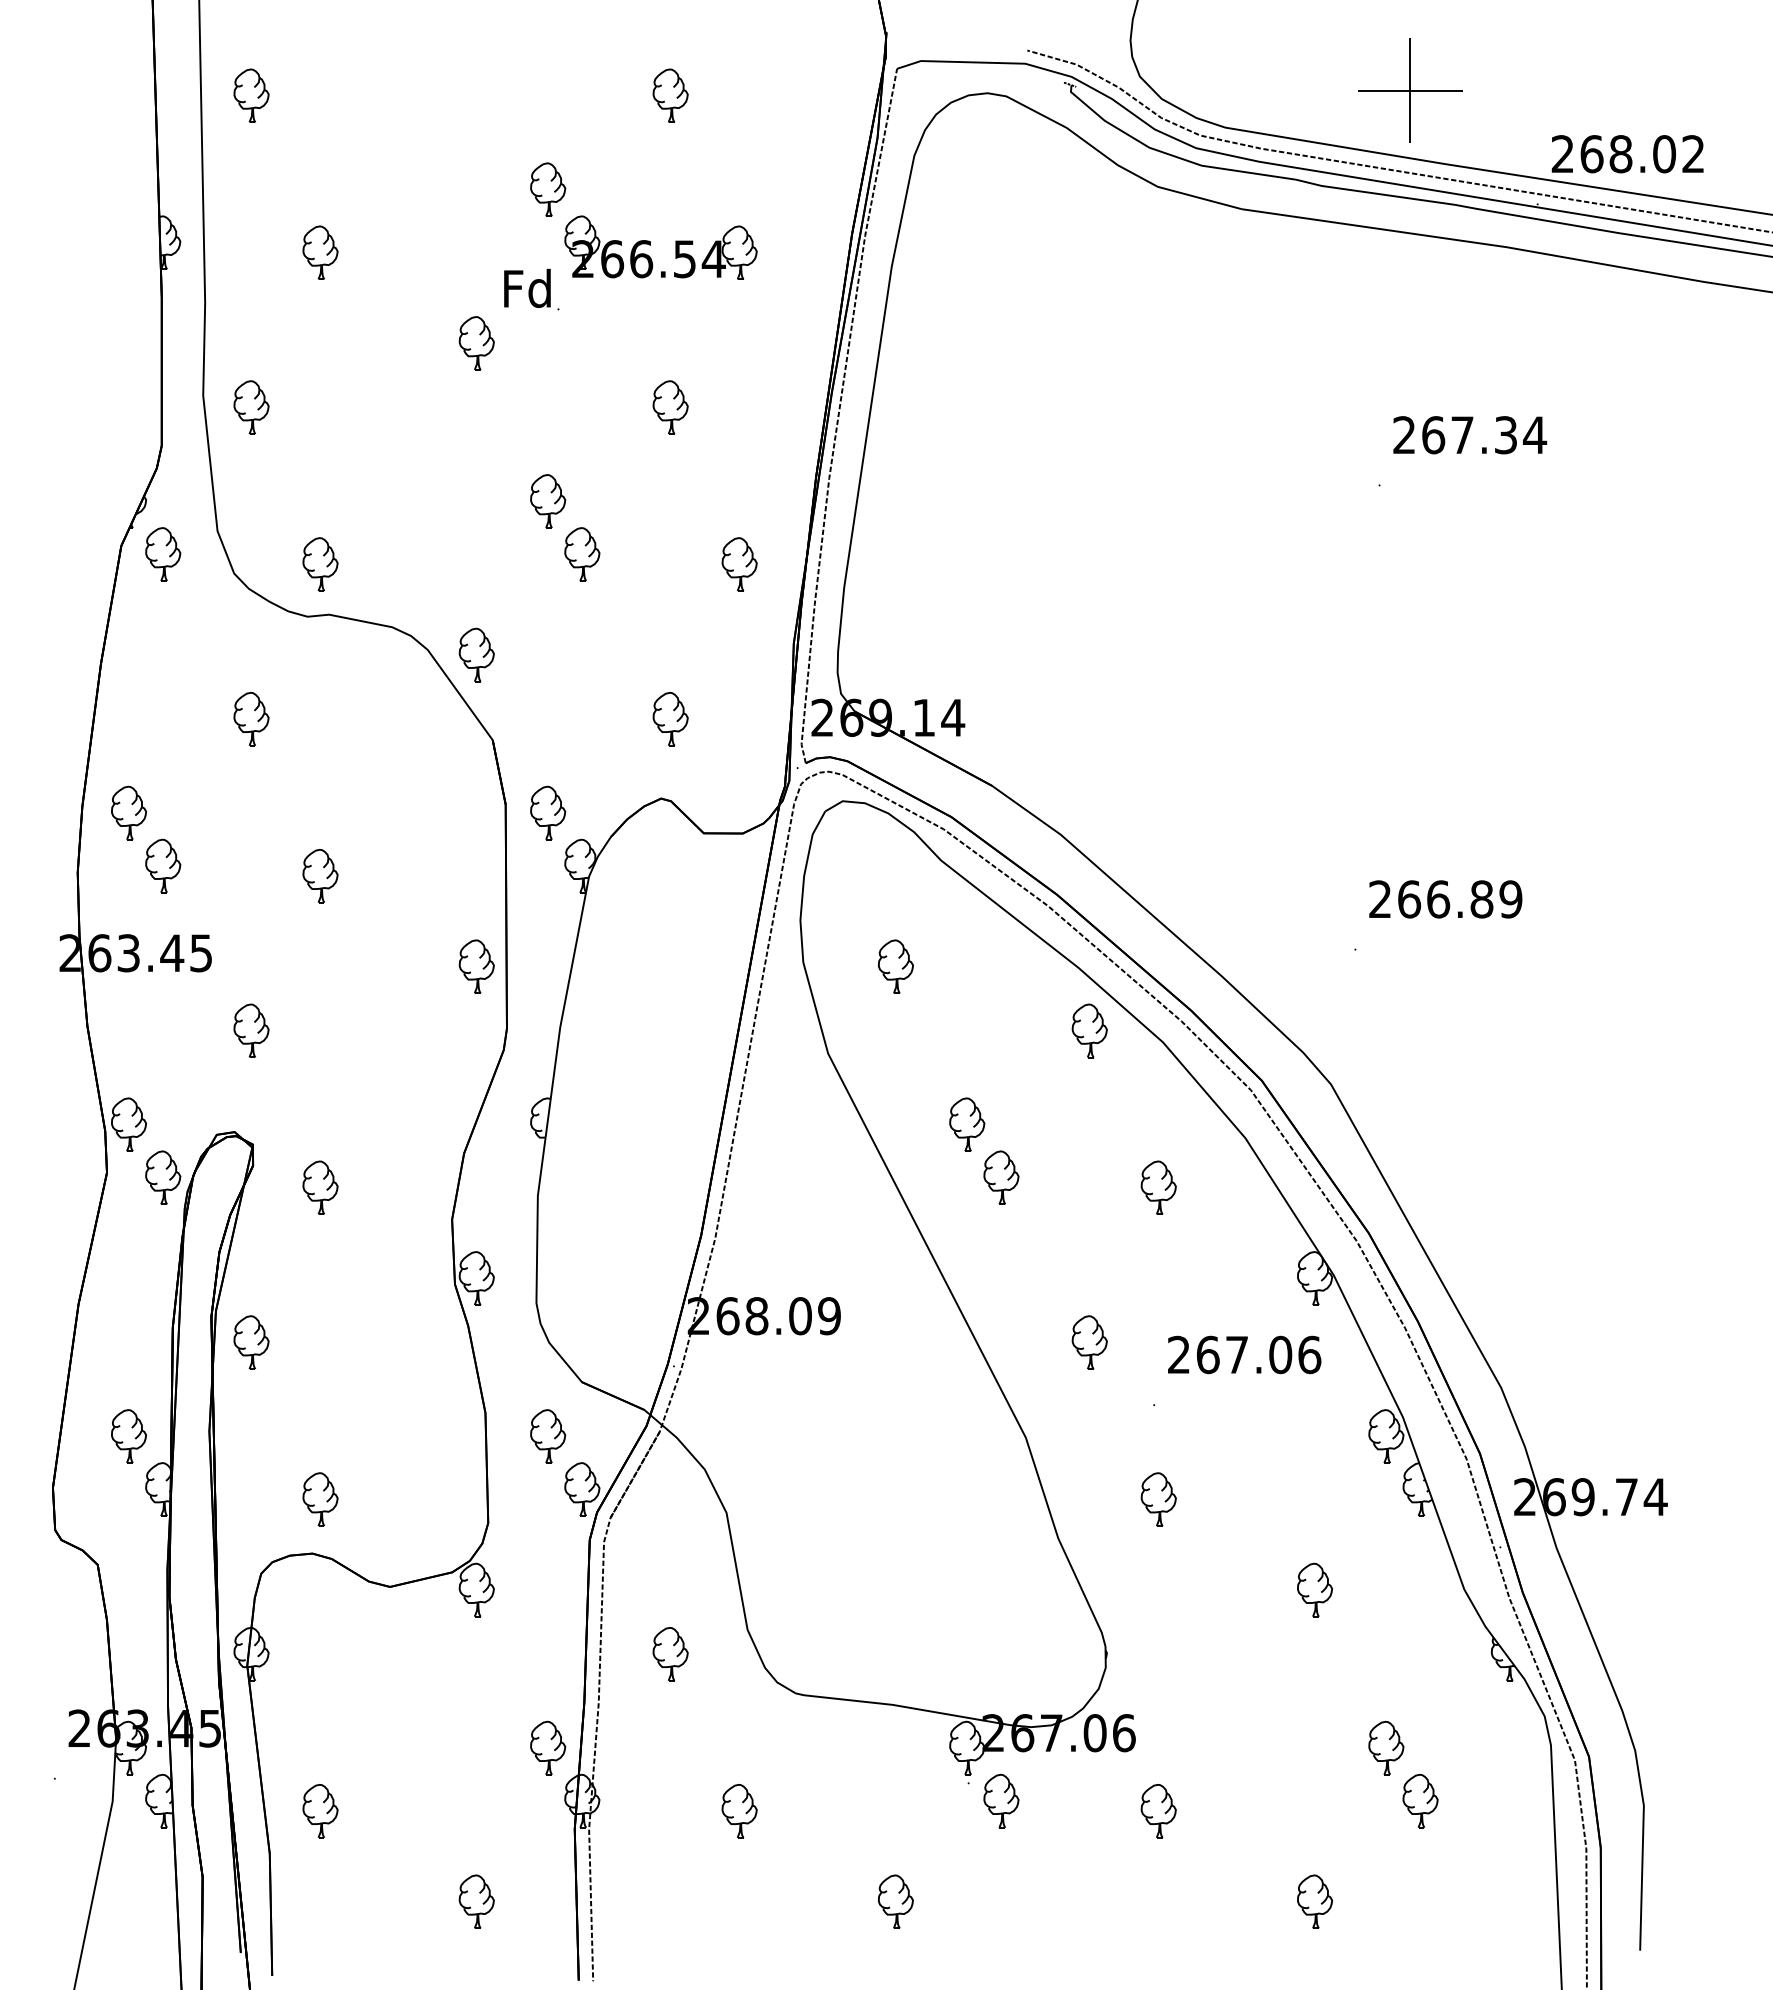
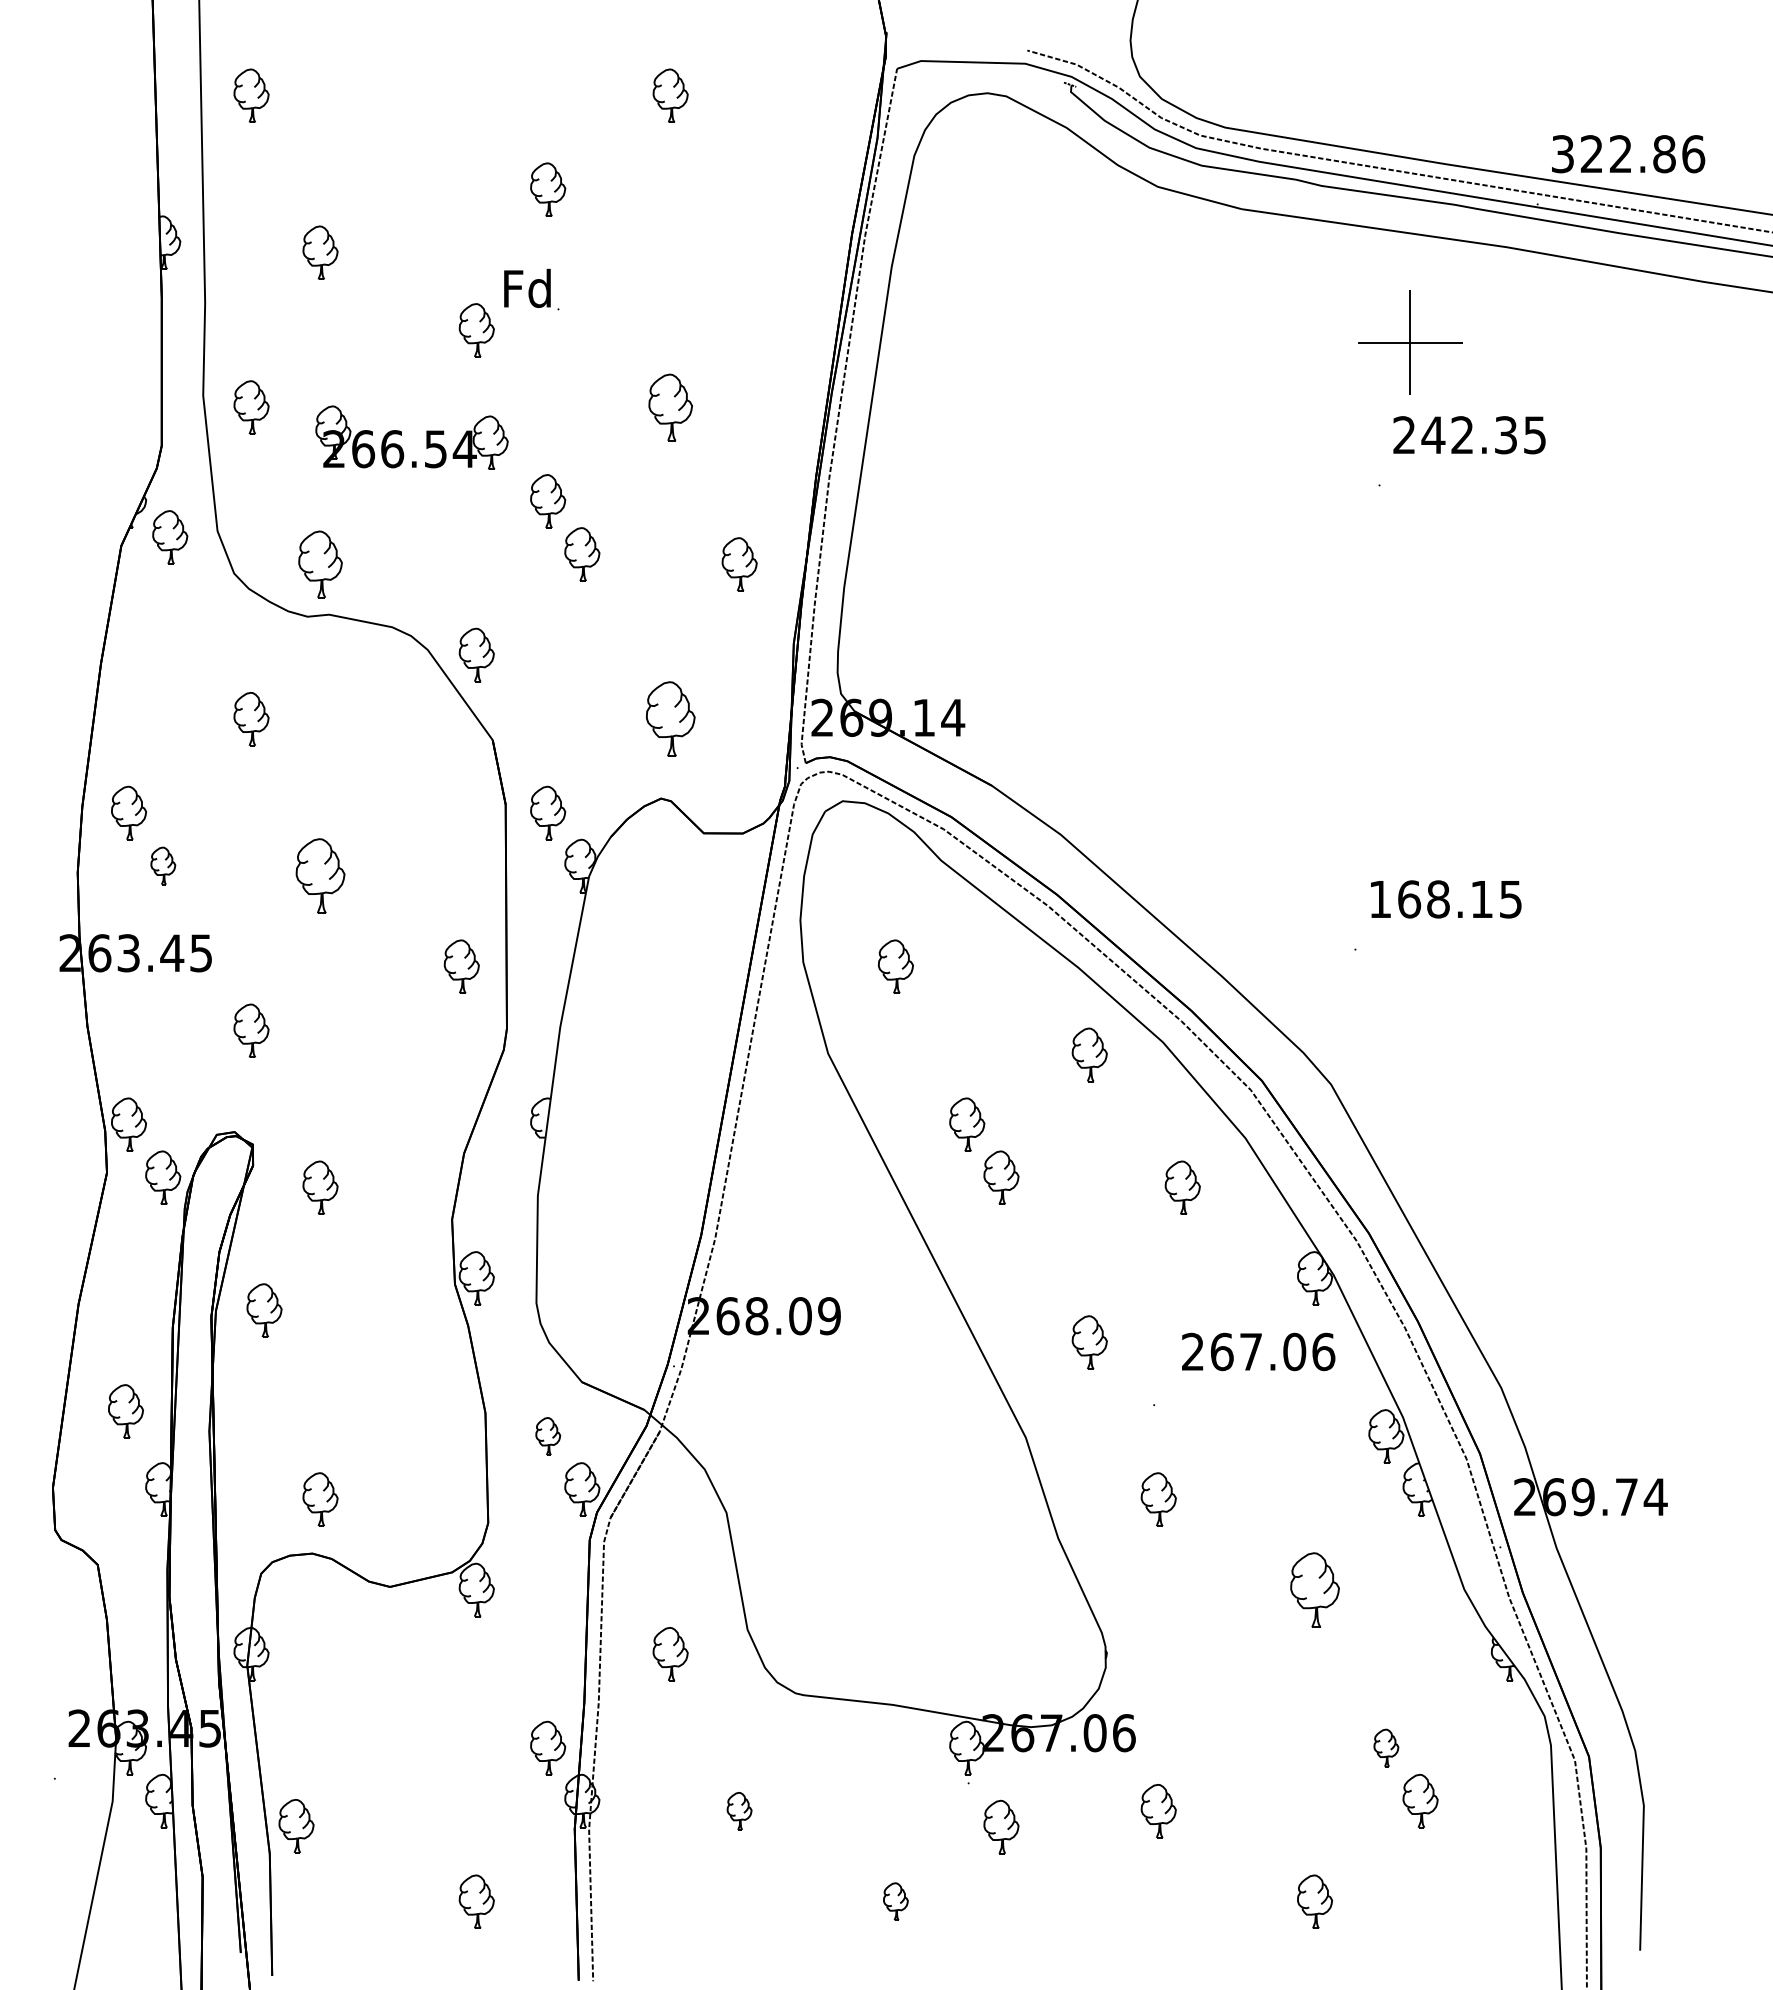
part at (1410, 90) position: (1410, 90) -> (1410, 342)
text at (1628, 154): 268.02 -> 322.86
part at (650, 245) position: (650, 245) -> (401, 435)
part at (476, 343) position: (476, 343) -> (476, 330)
part at (670, 407) size: 37x55 px -> 45x69 px
text at (1484, 435): 267.34 -> 242.35
part at (163, 554) position: (163, 554) -> (170, 537)
part at (320, 564) size: 37x55 px -> 45x69 px
part at (670, 719) size: 37x55 px -> 50x76 px
part at (163, 865) size: 37x56 px -> 27x40 px
part at (320, 876) size: 37x55 px -> 51x76 px
text at (1445, 899): 266.89 -> 168.15
part at (476, 966) position: (476, 966) -> (461, 966)
part at (1089, 1030) position: (1089, 1030) -> (1089, 1054)
part at (1158, 1187) position: (1158, 1187) -> (1182, 1187)
part at (251, 1342) position: (251, 1342) -> (264, 1310)
text at (1244, 1354) position: (1244, 1354) -> (1258, 1351)
part at (128, 1436) position: (128, 1436) -> (125, 1411)
part at (548, 1436) size: 37x55 px -> 27x39 px
part at (1314, 1589) size: 36x56 px -> 50x76 px
part at (1386, 1747) size: 37x56 px -> 27x40 px
part at (1001, 1800) position: (1001, 1800) -> (1001, 1826)
part at (320, 1811) position: (320, 1811) -> (296, 1826)
part at (739, 1811) size: 37x55 px -> 27x39 px
part at (895, 1901) size: 36x55 px -> 26x39 px
